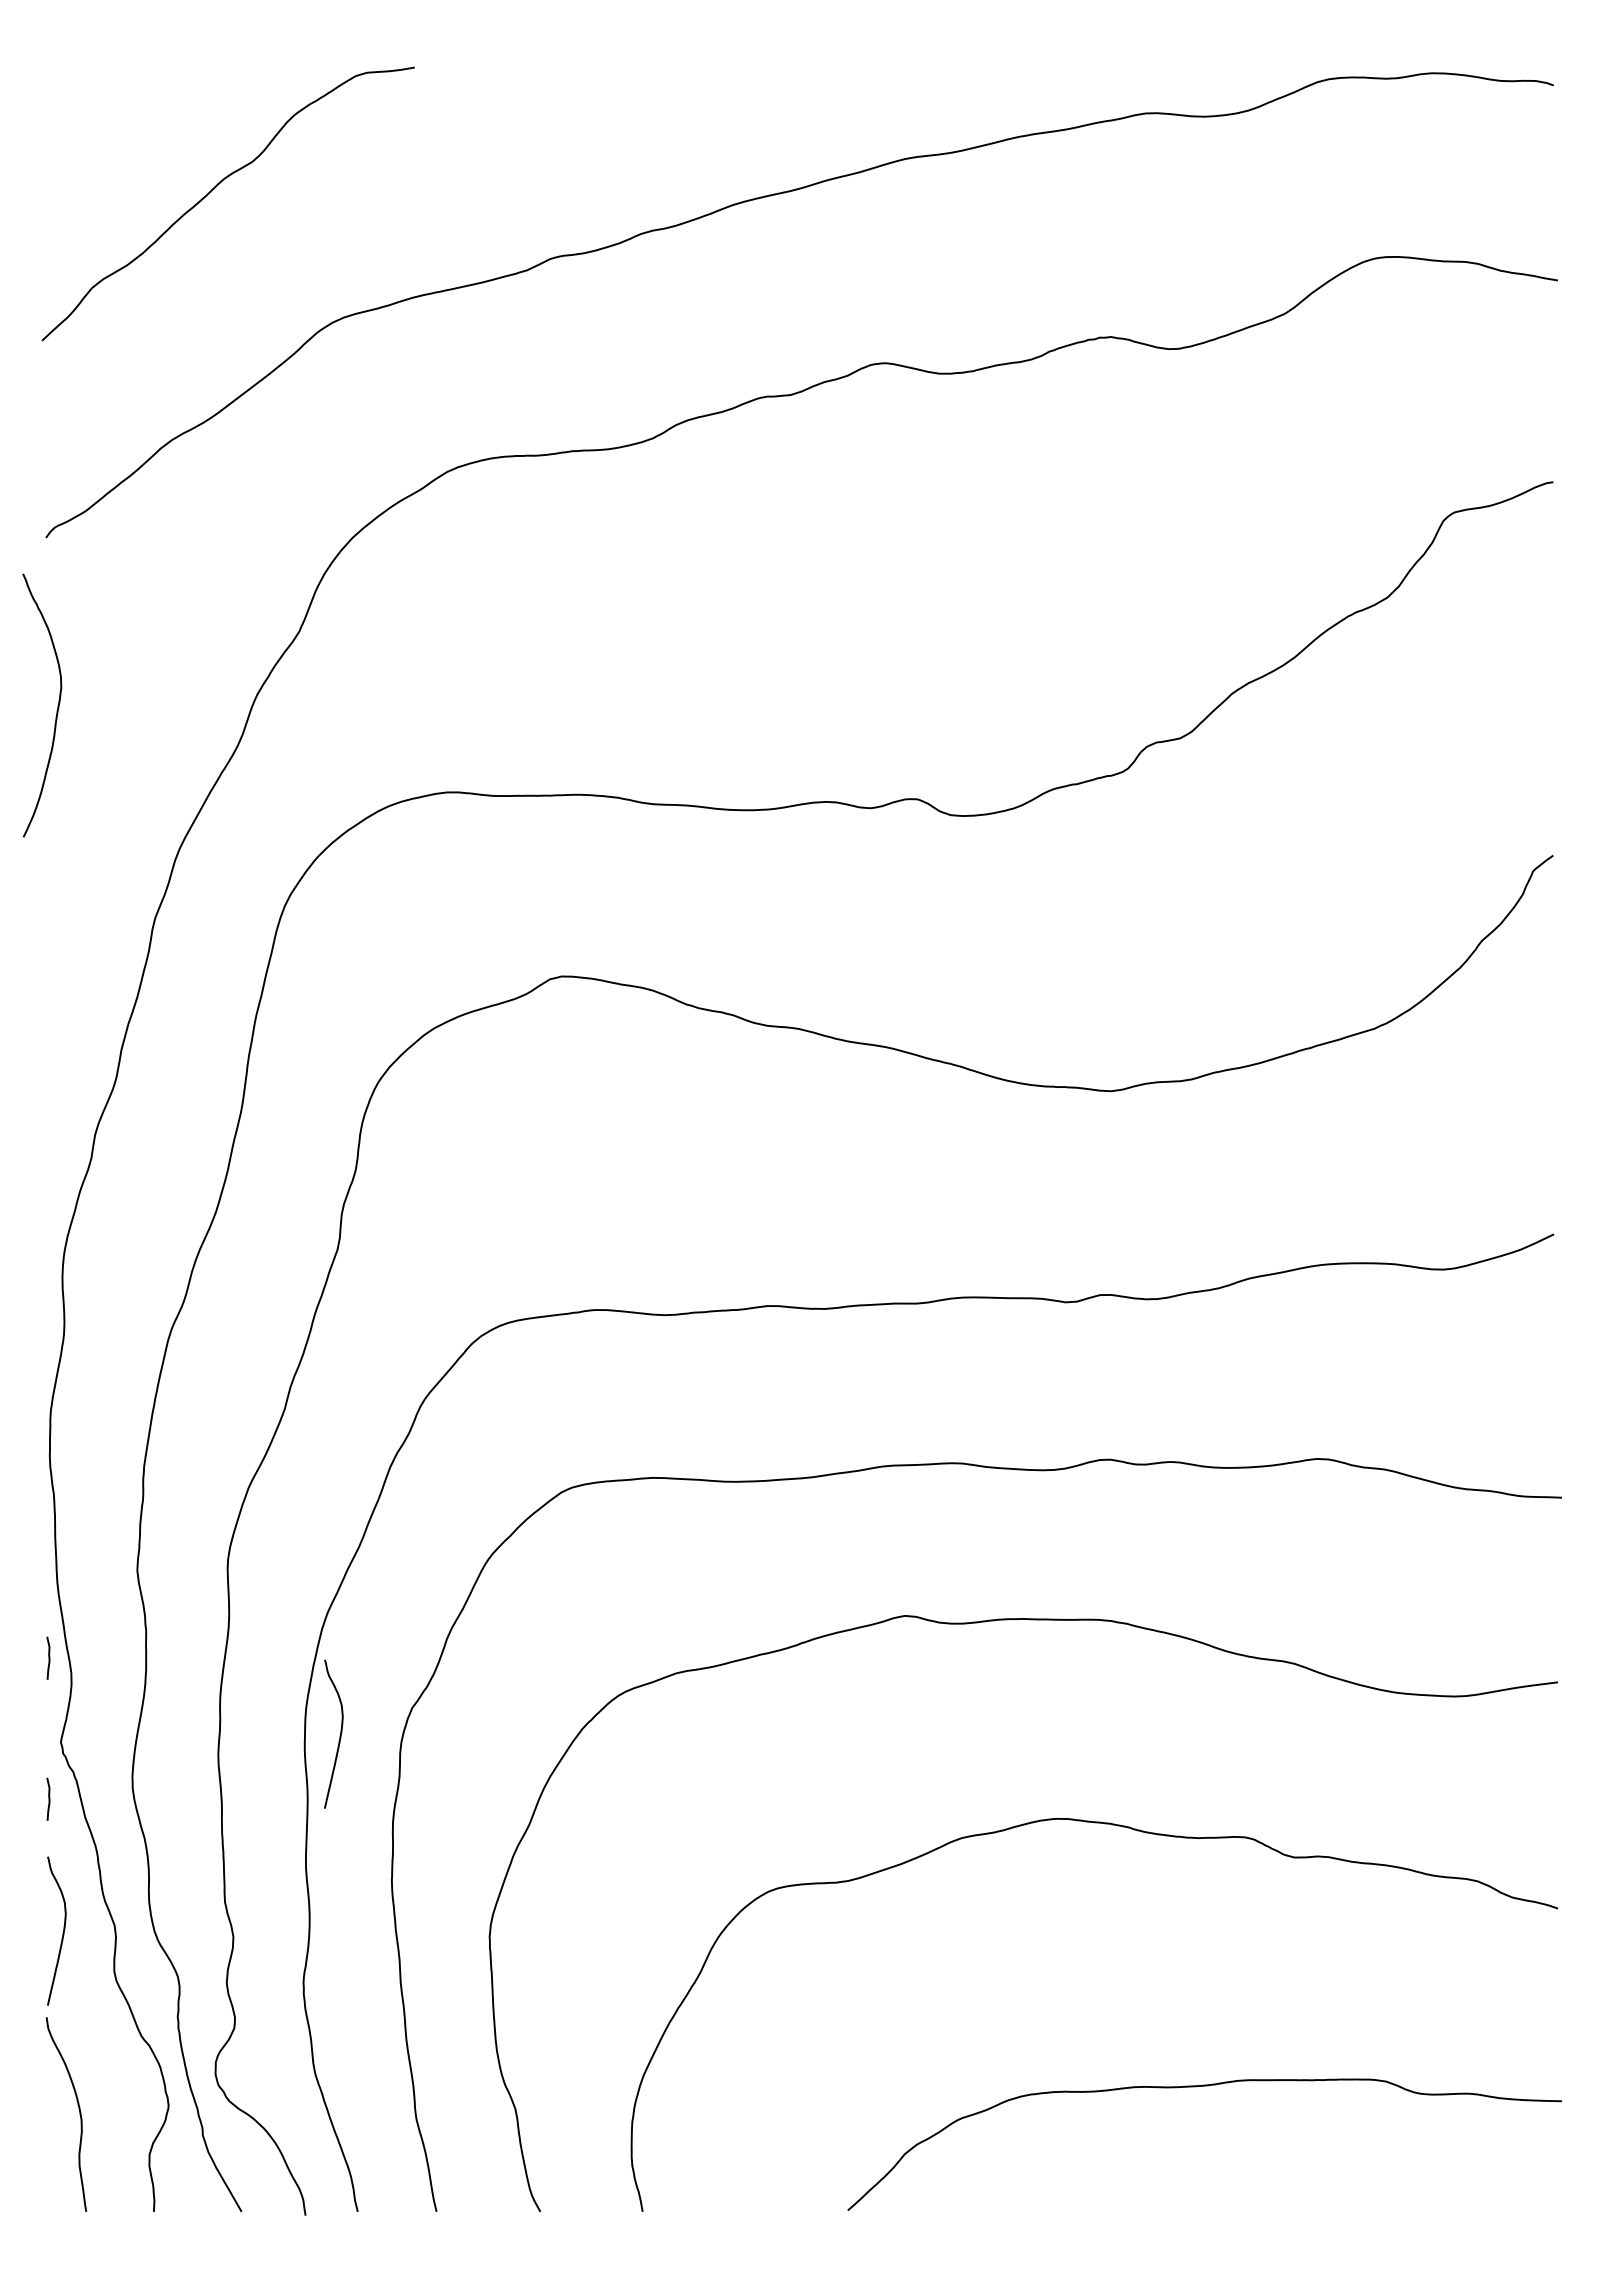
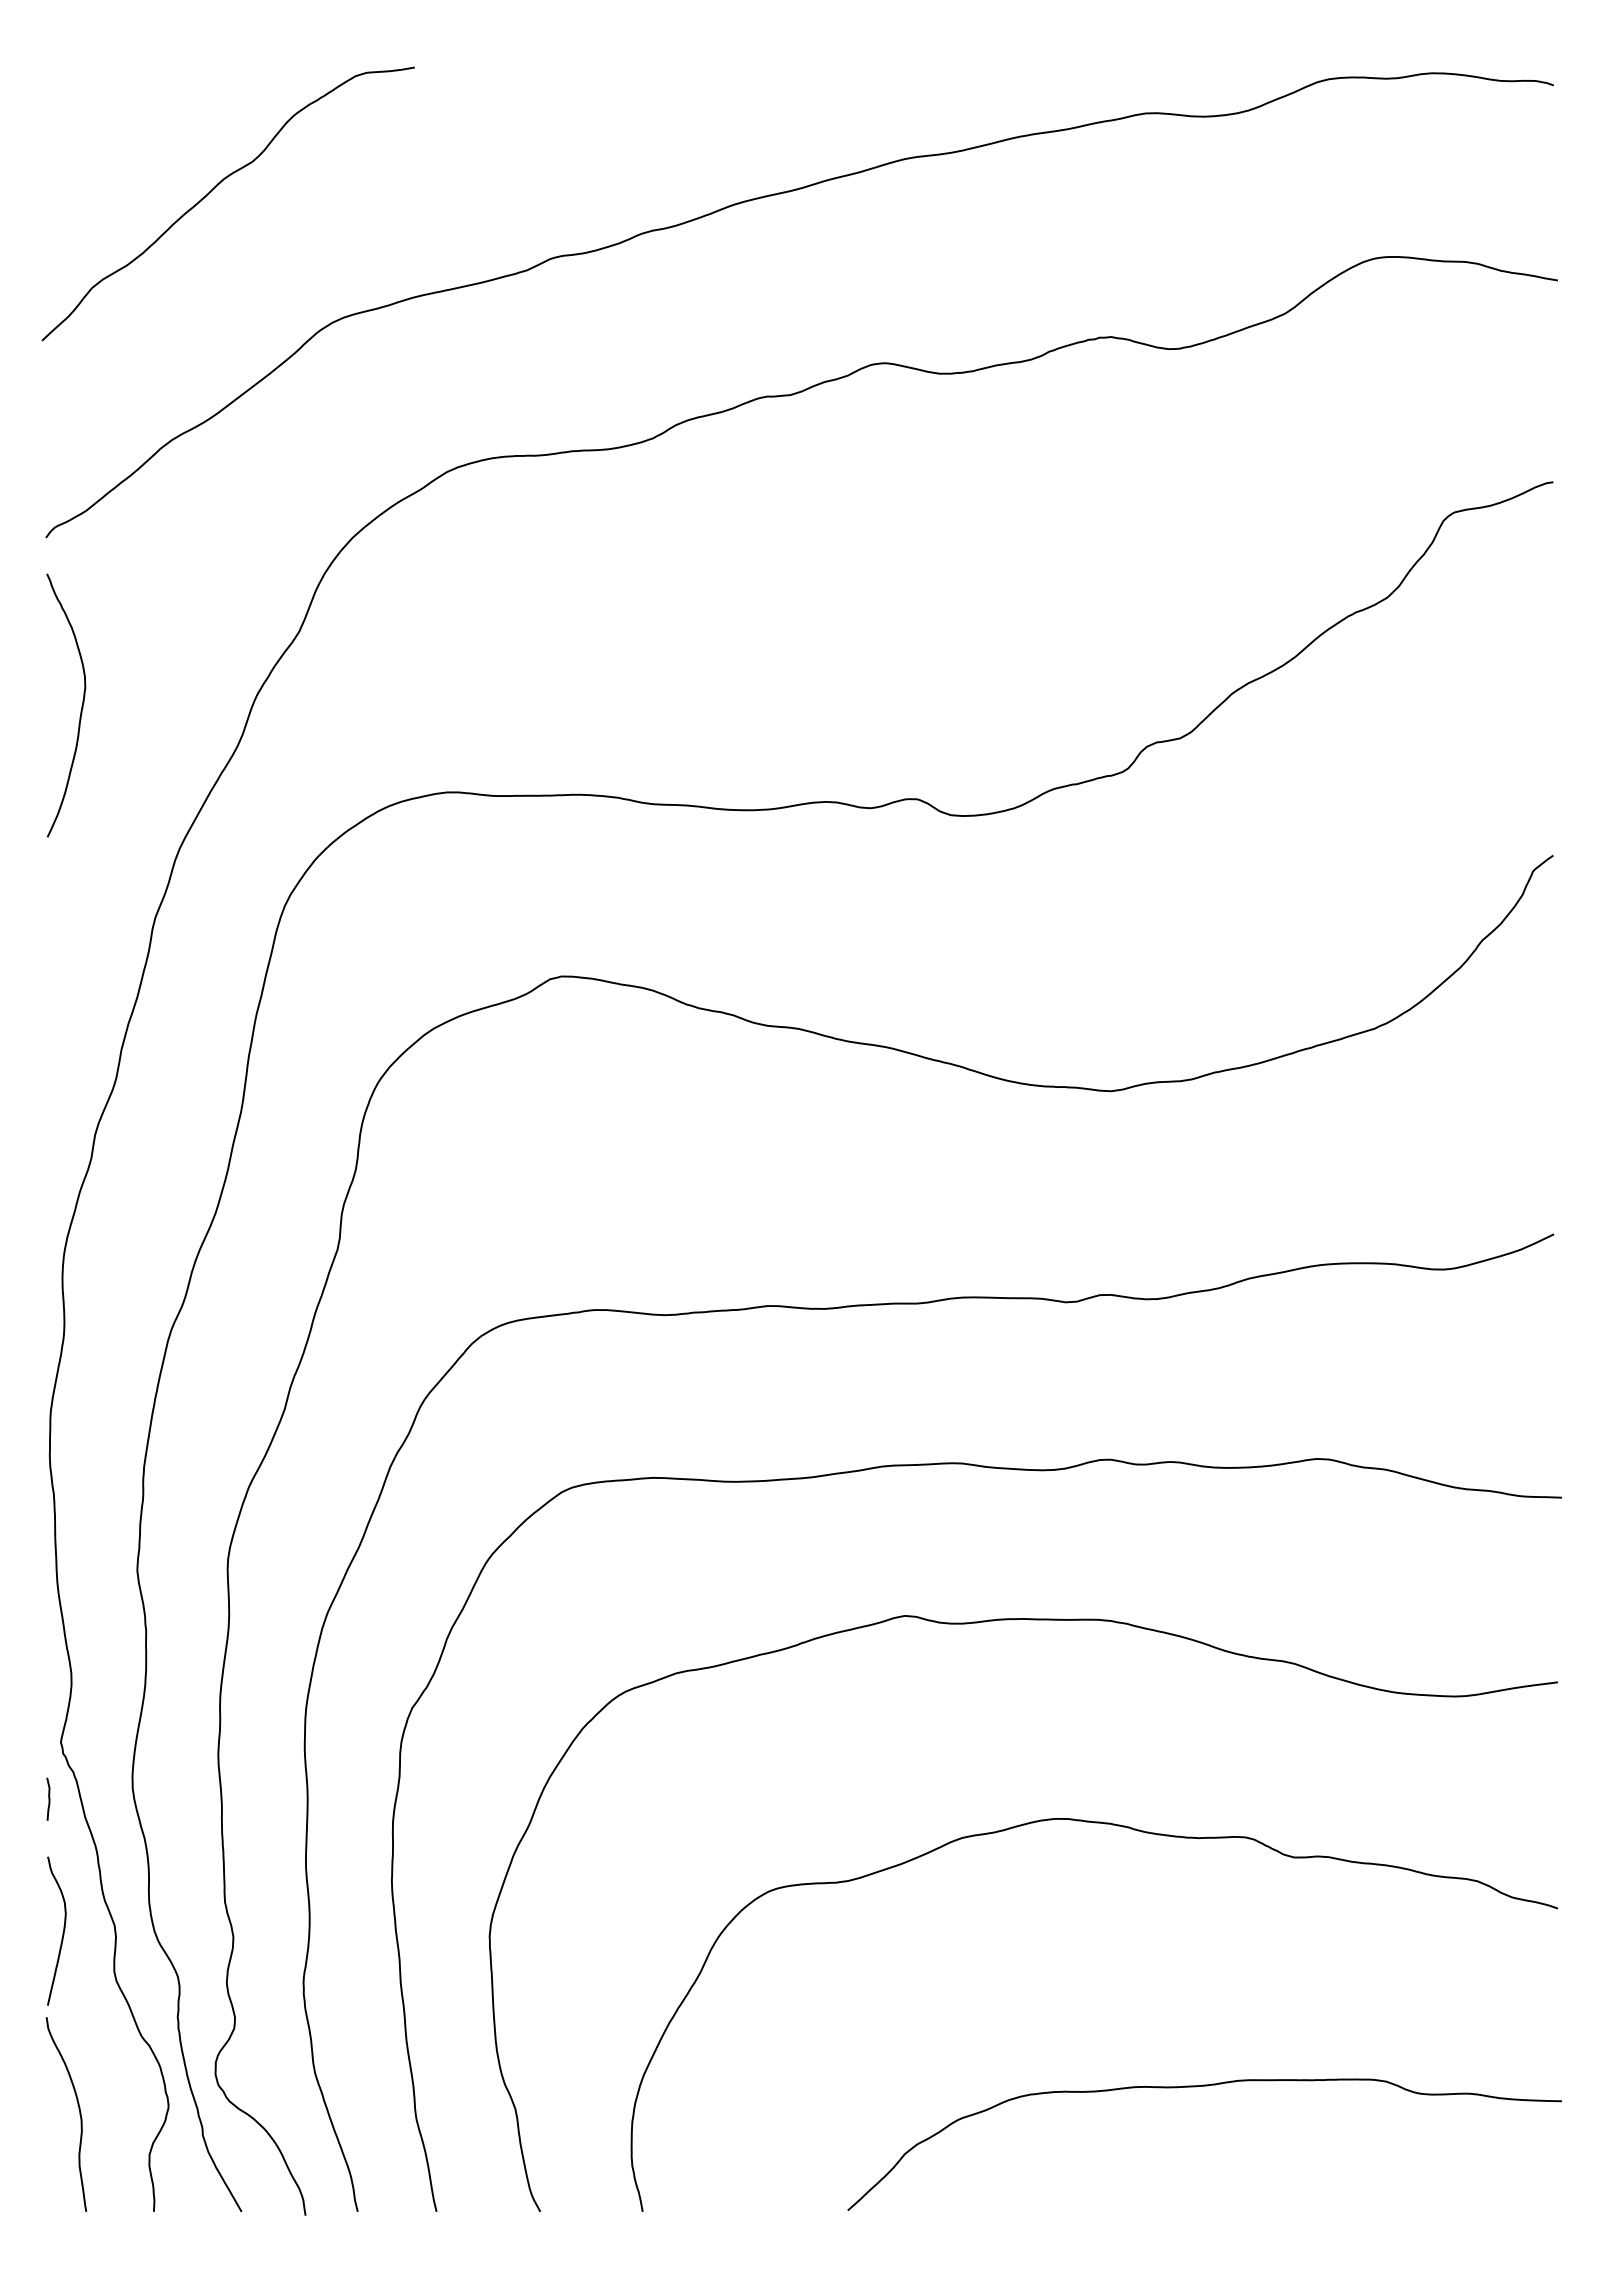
curve at (56, 710) position: (56, 710) -> (80, 710)
curve at (48, 1657): present -> none
curve at (339, 1735): present -> none
